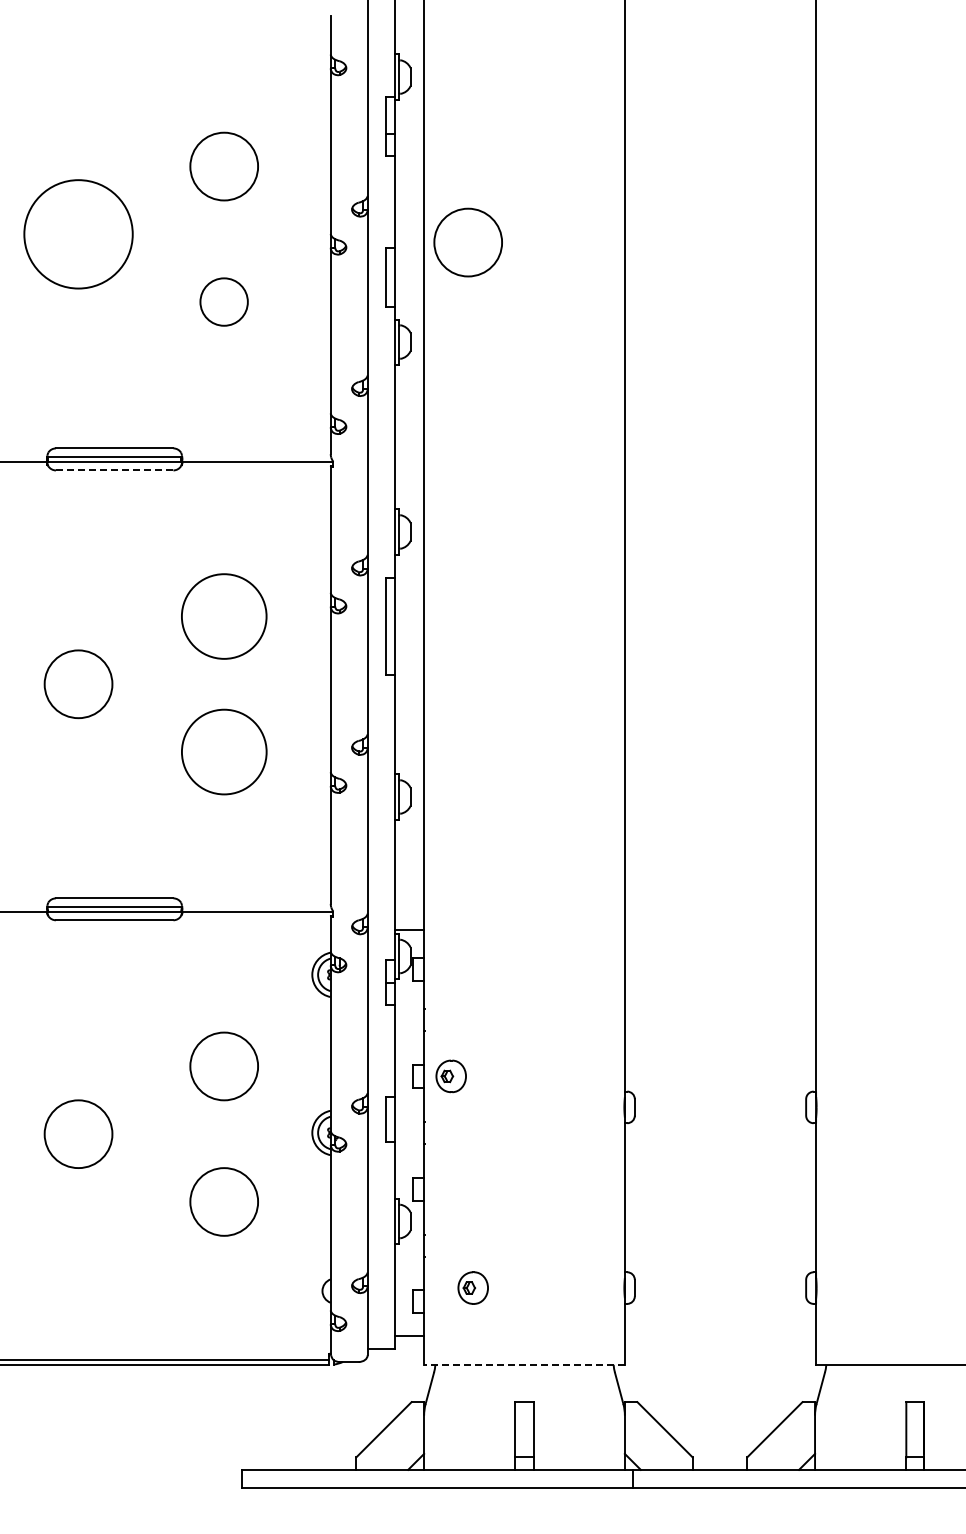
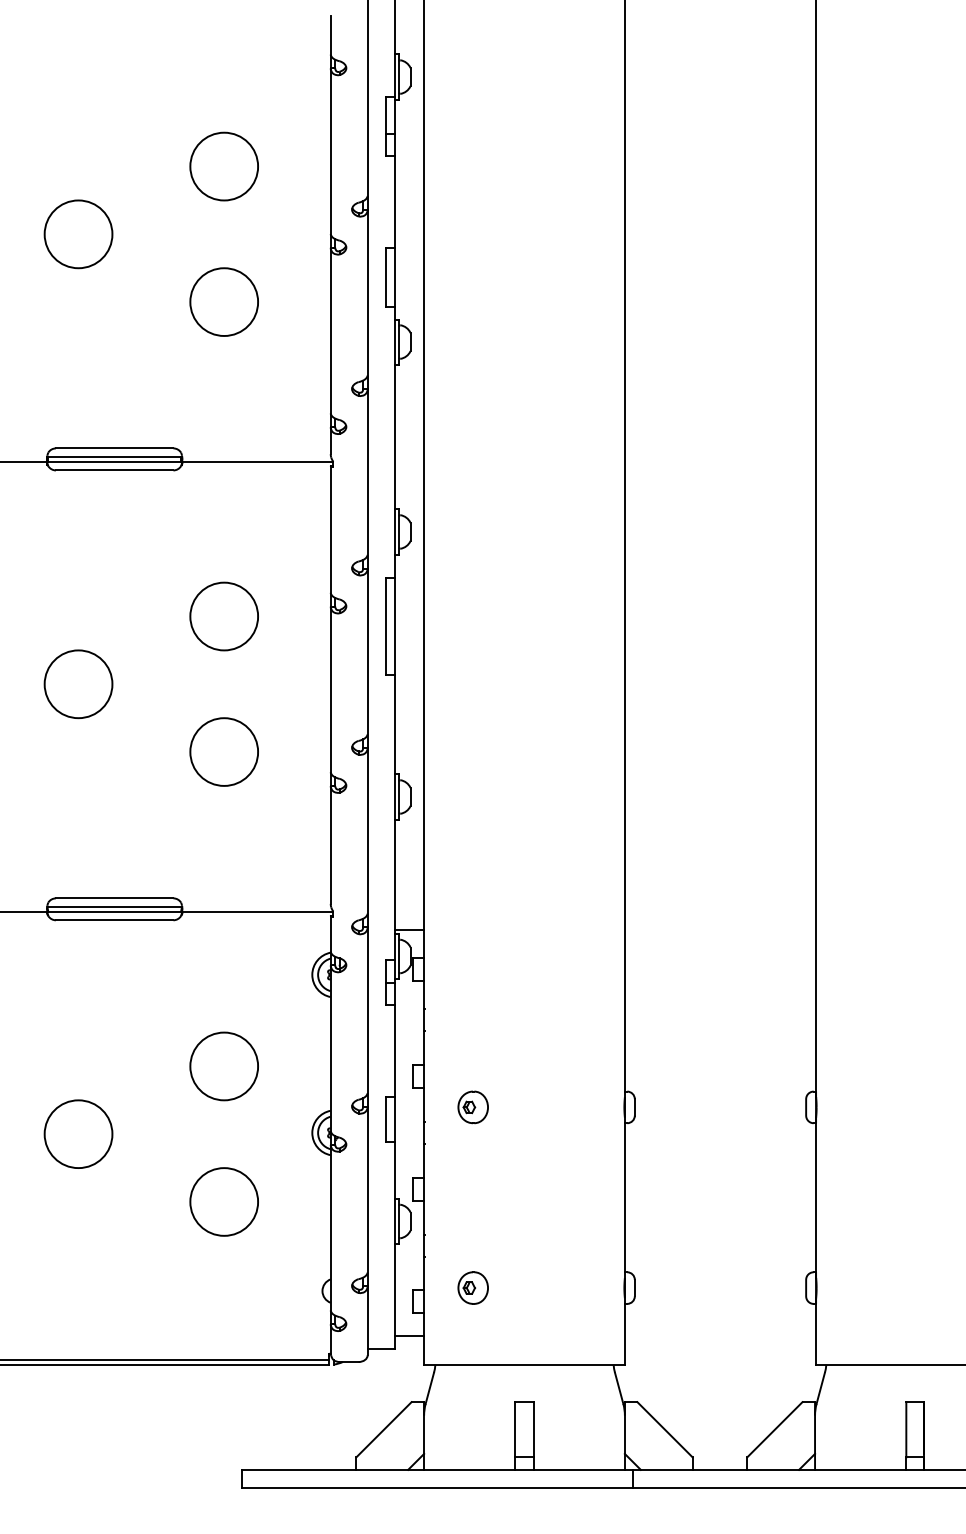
circle at (78, 234) diameter: 108 px -> 68 px
circle at (467, 242): present -> none
circle at (223, 301) size: 50x50 px -> 70x70 px
line at (114, 470): dashed -> solid
circle at (223, 616) diameter: 85 px -> 68 px
circle at (224, 751) size: 87x88 px -> 70x70 px
part at (450, 1076) position: (450, 1076) -> (472, 1107)
line at (524, 1364): dashed -> solid
